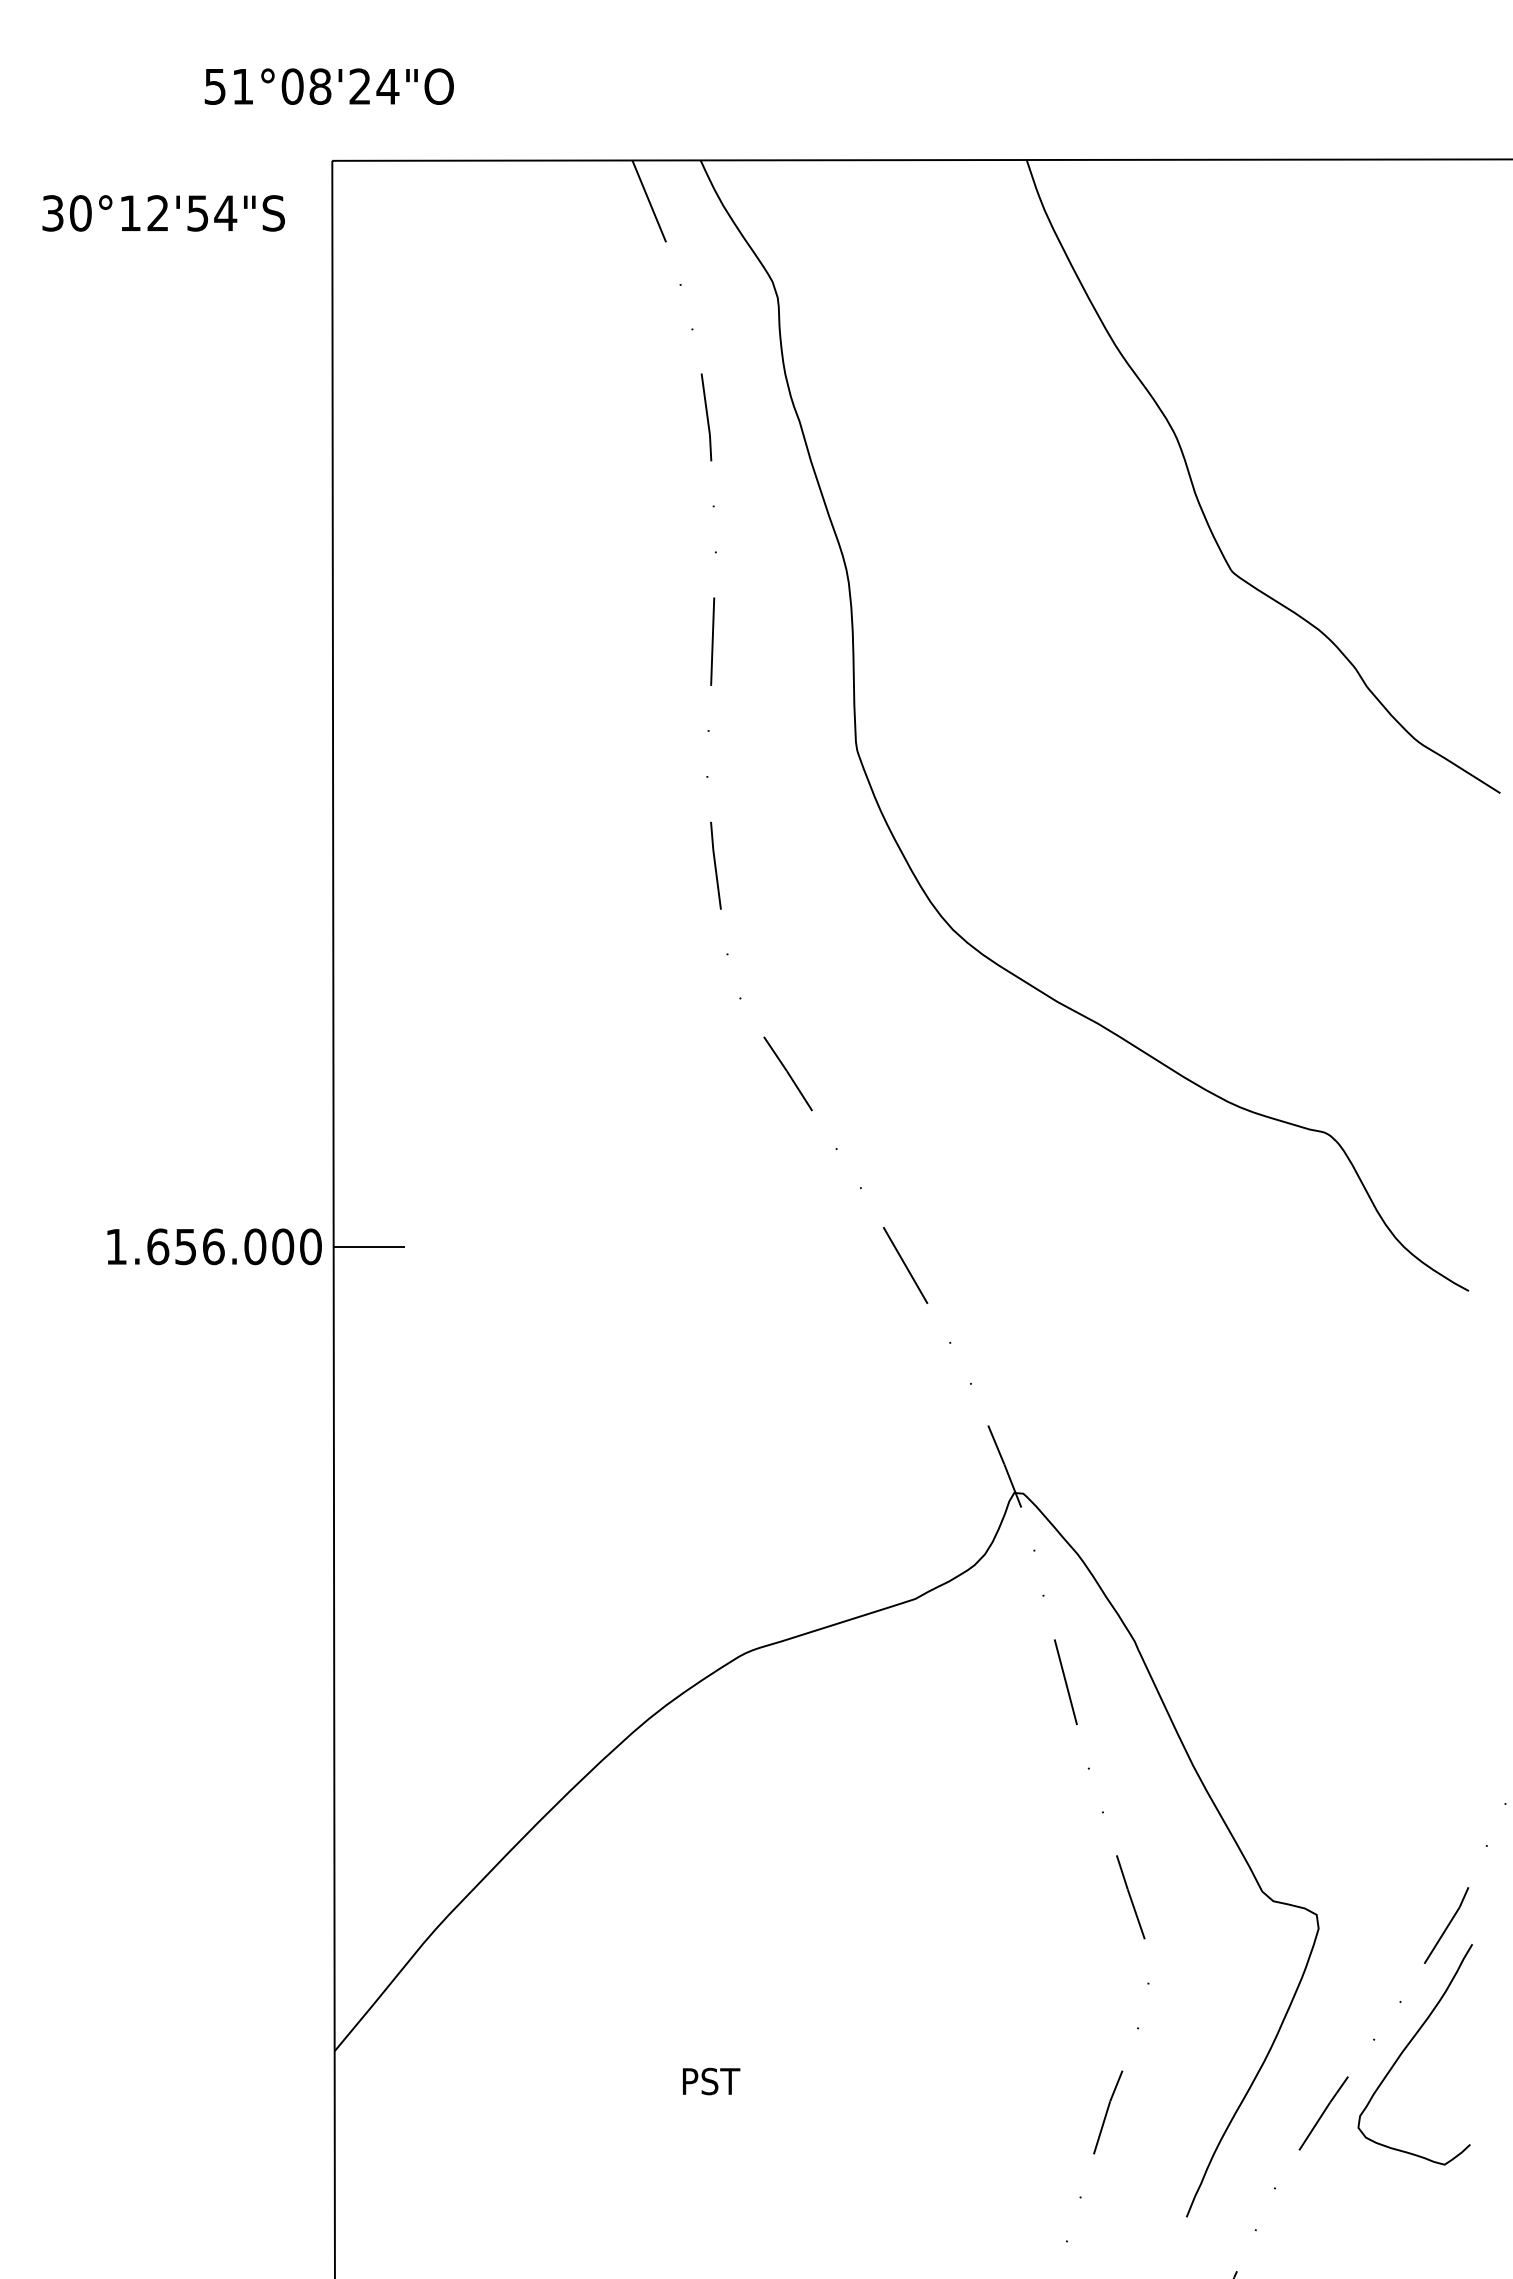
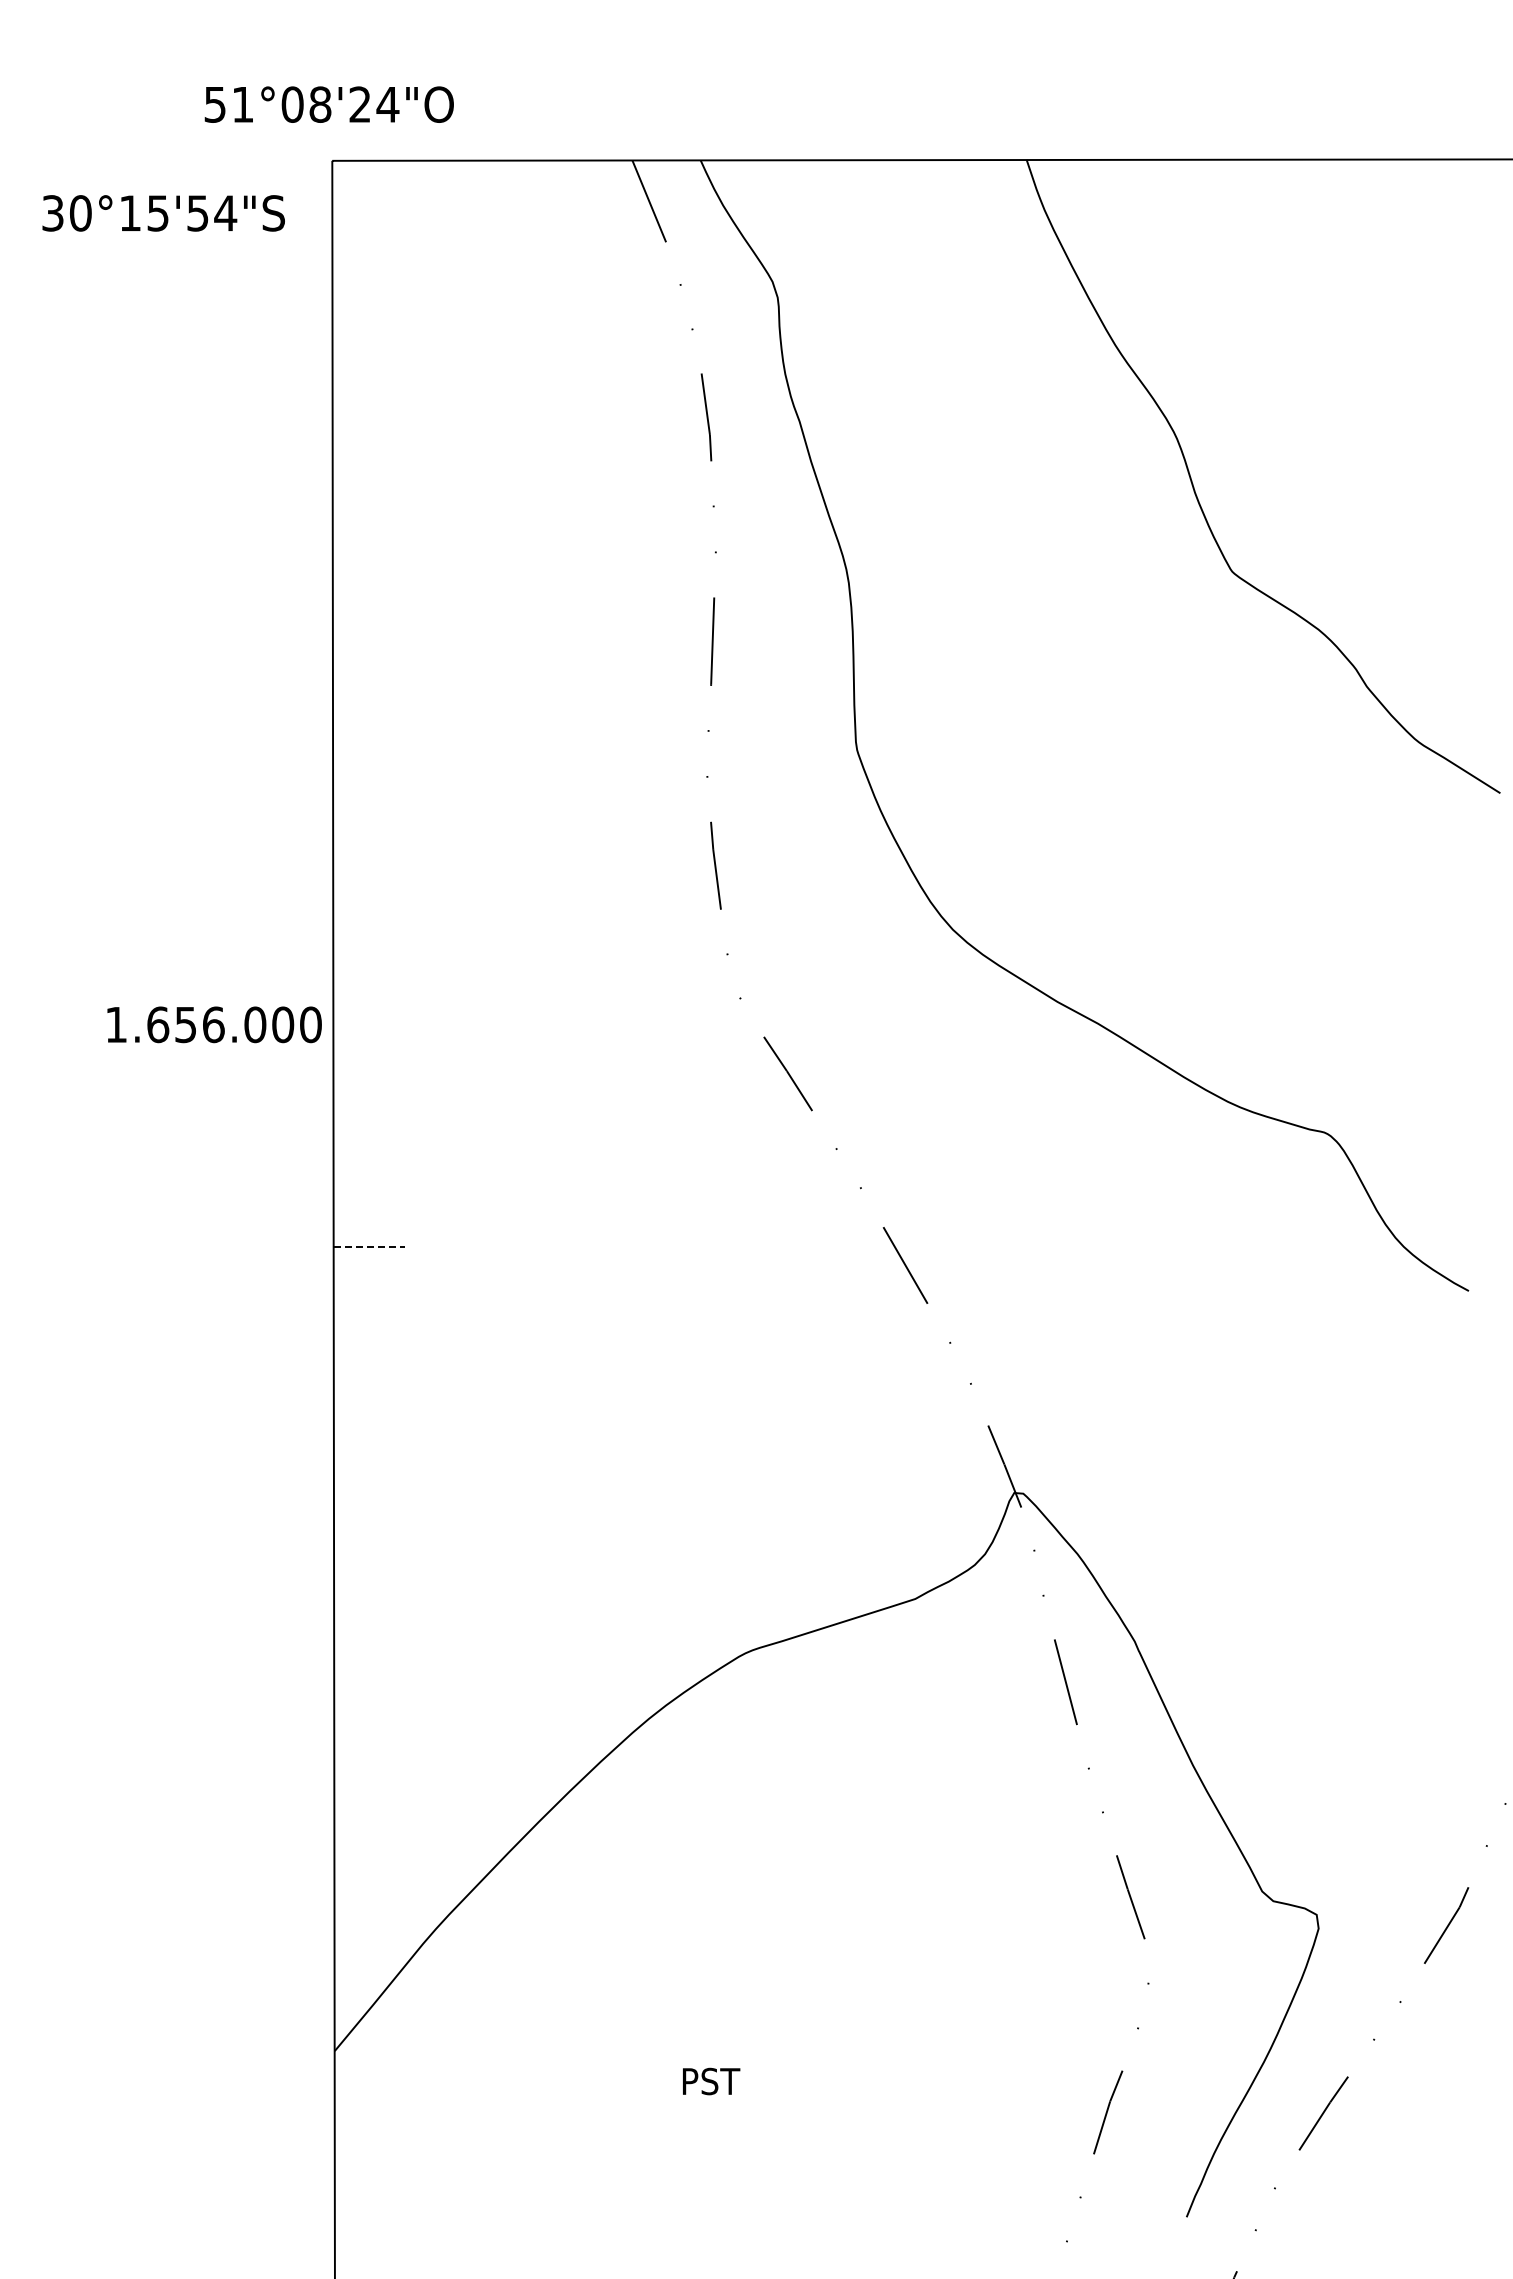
text at (328, 86) position: (328, 86) -> (328, 104)
text at (157, 213): 30°12'54"S -> 30°15'54"S
text at (214, 1246) position: (214, 1246) -> (214, 1024)
line at (369, 1246): solid -> dashed
curve at (1407, 2047): present -> none
